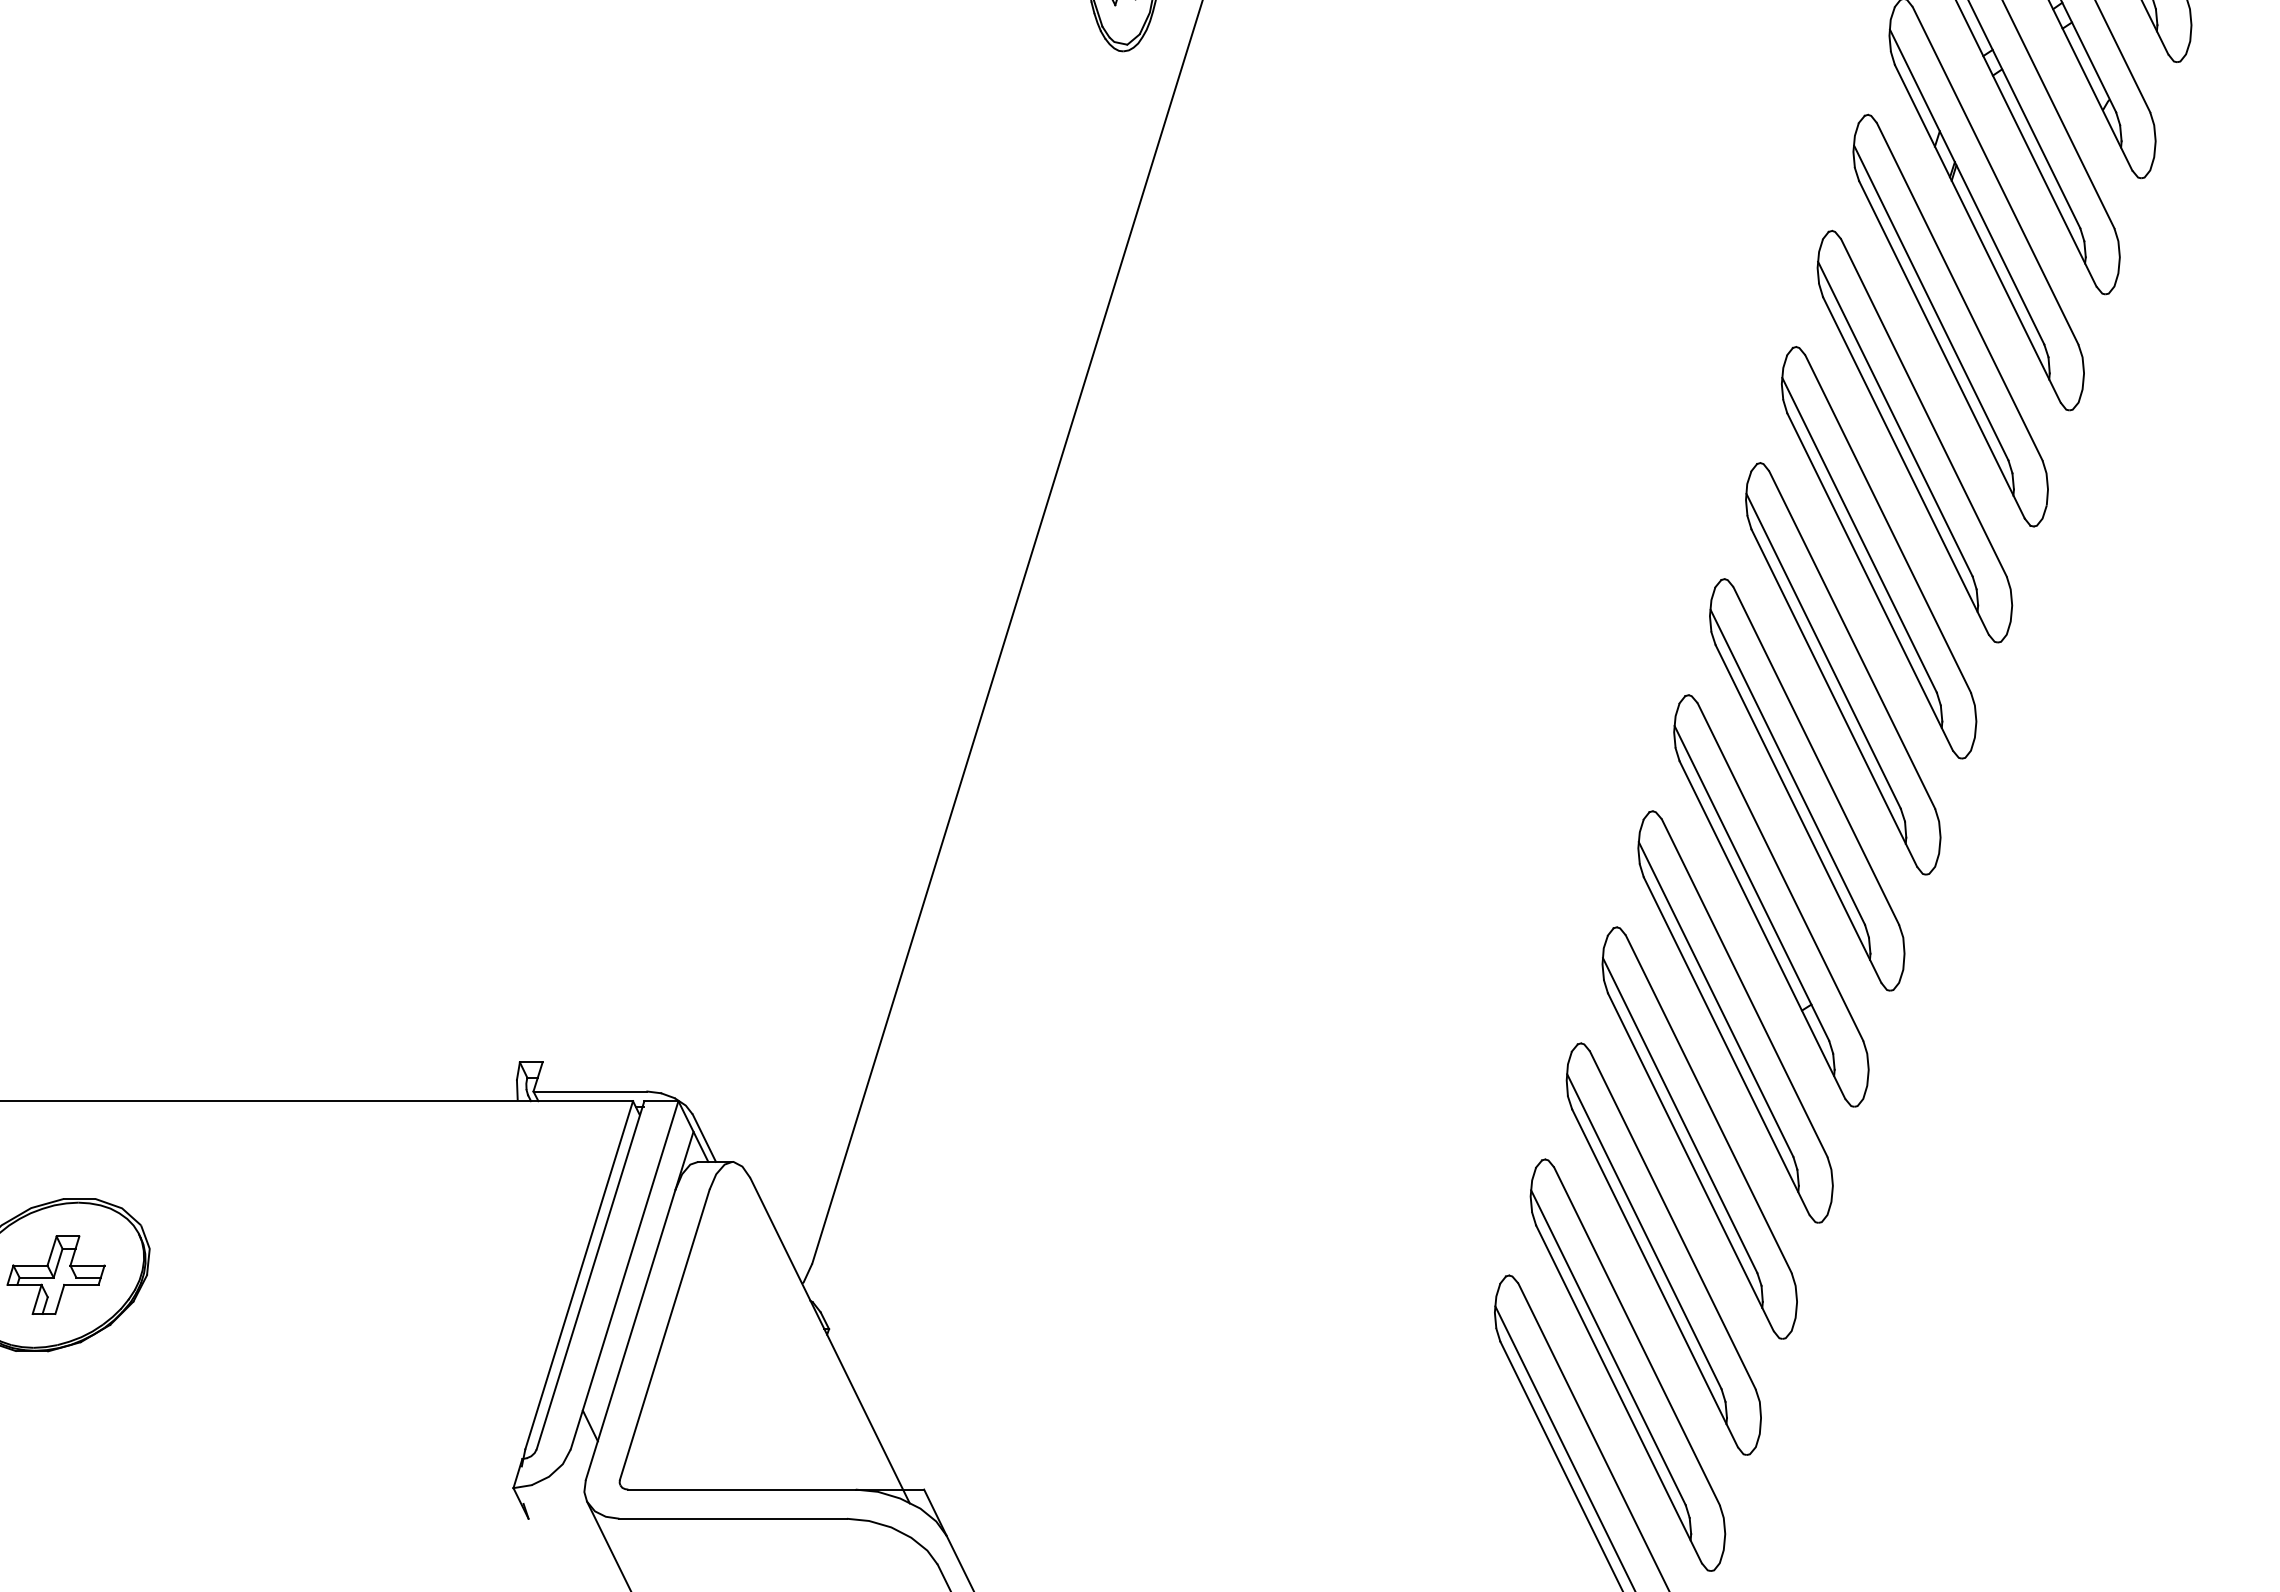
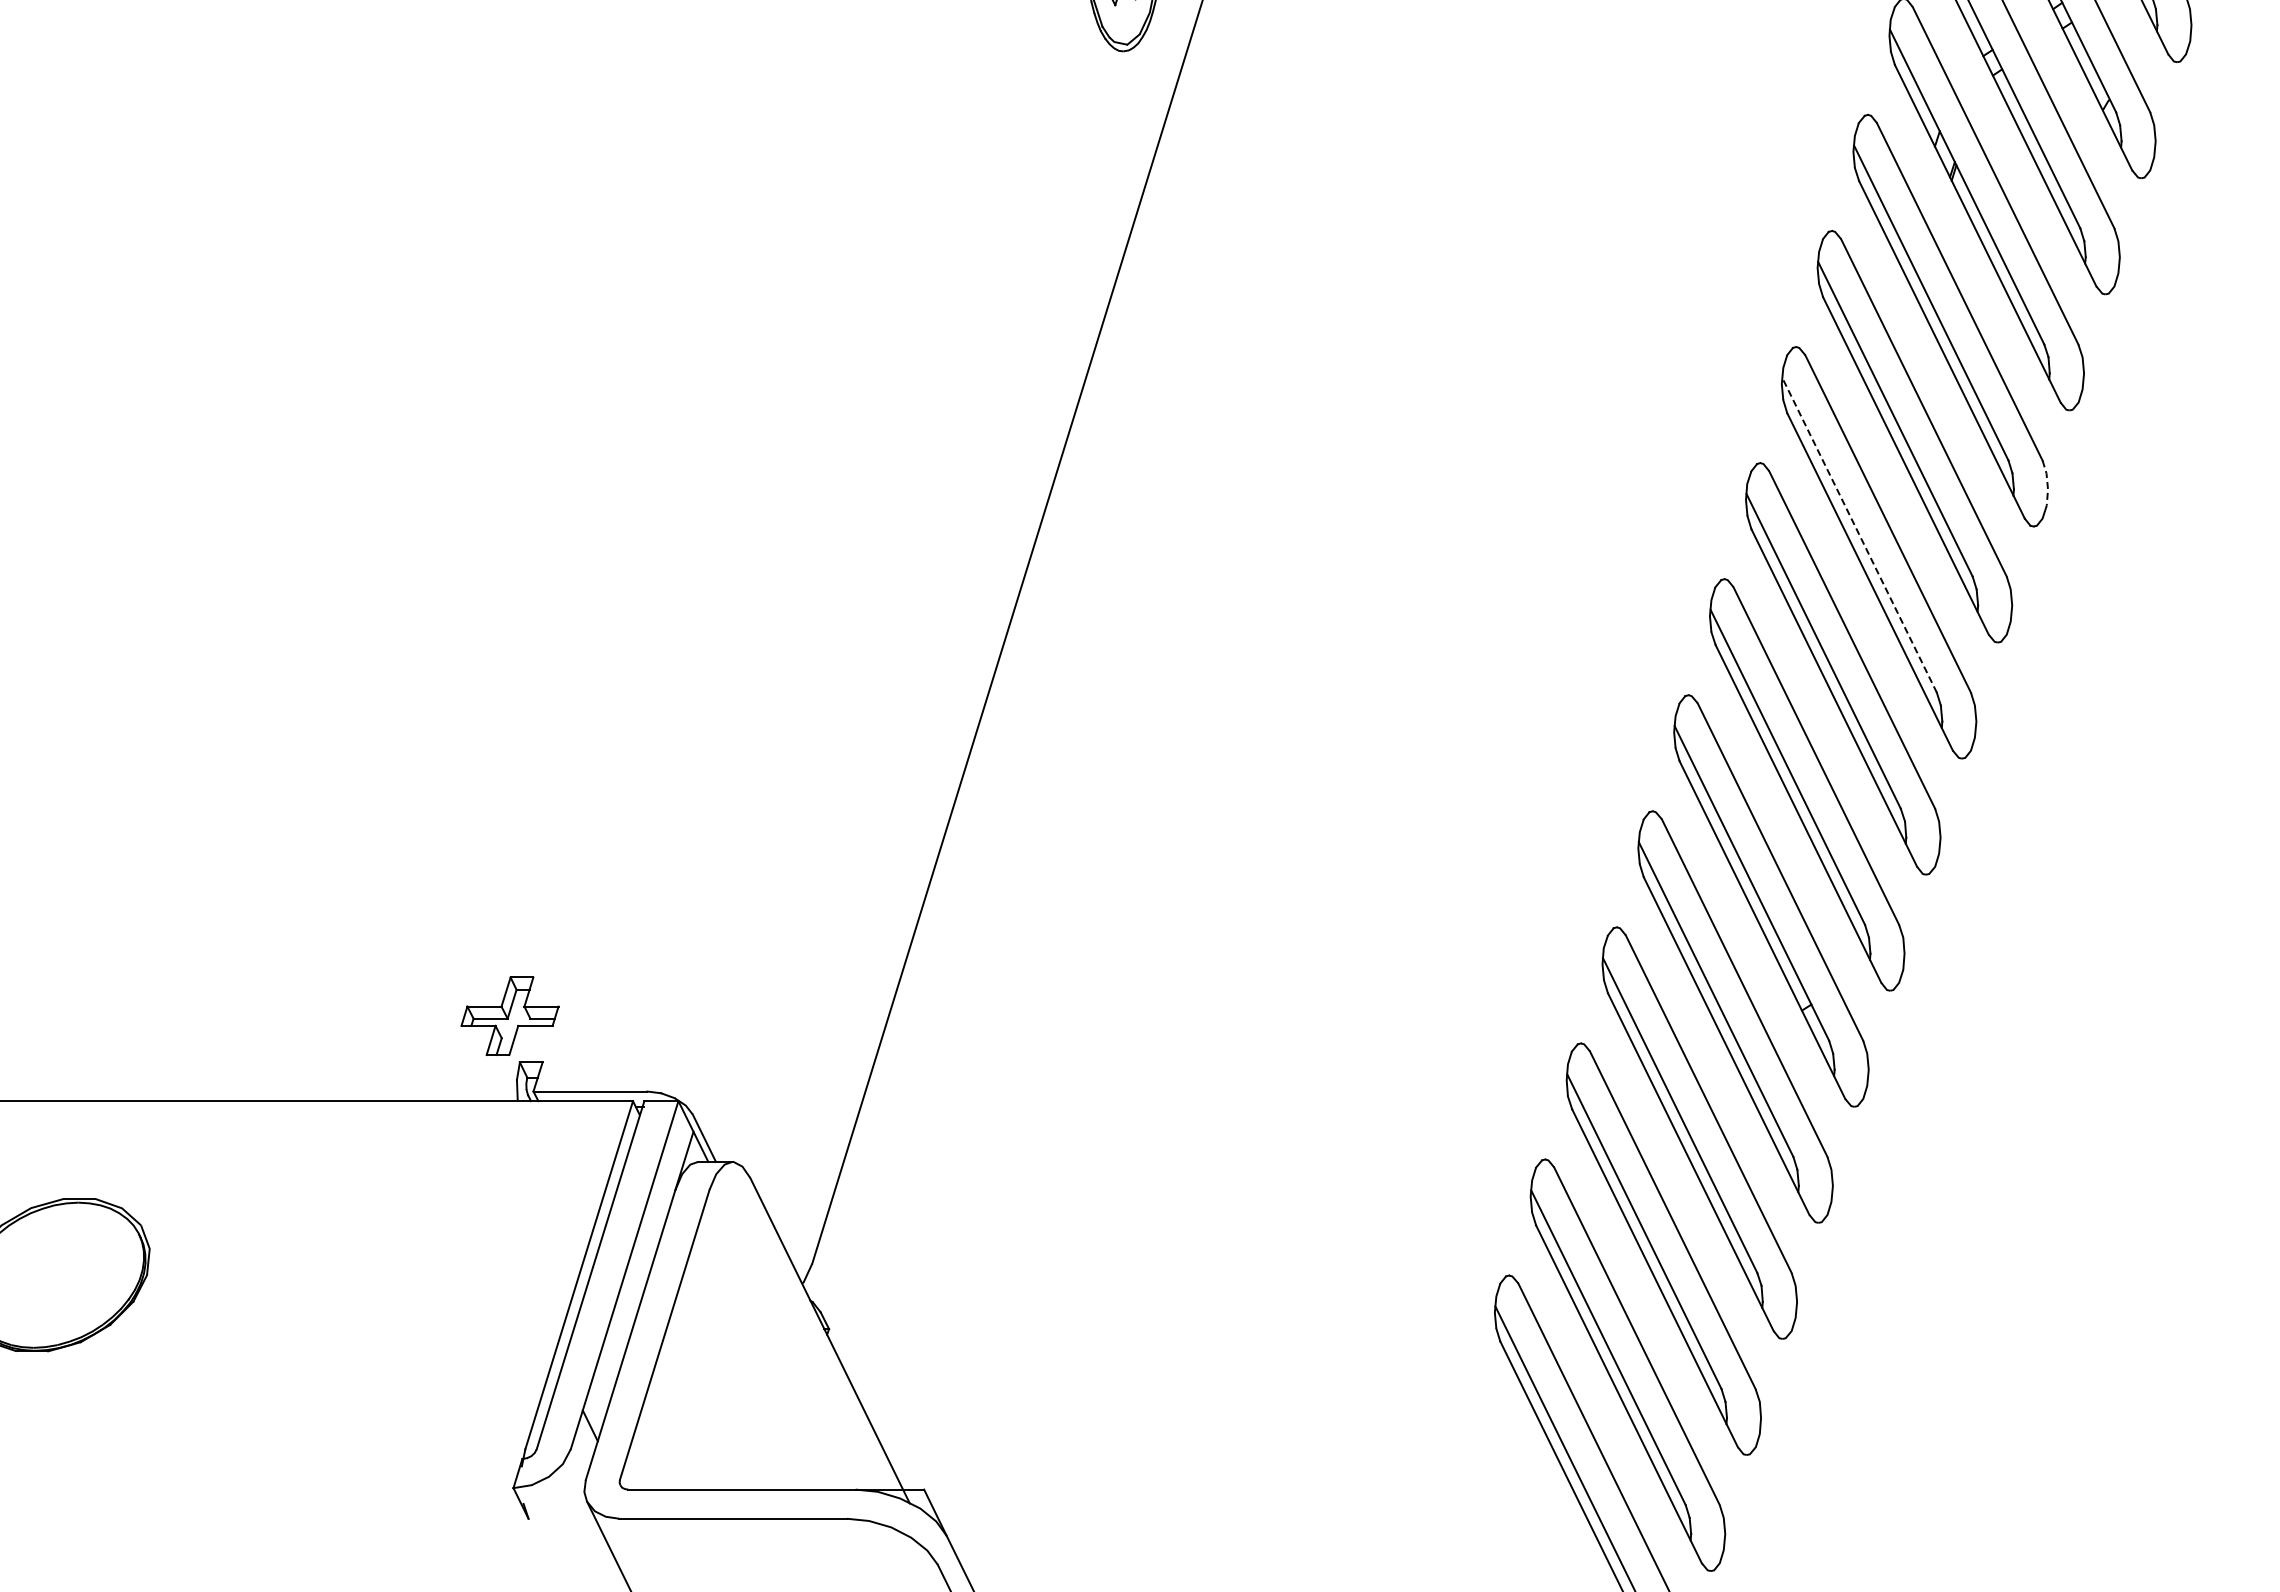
line at (2047, 482): solid -> dashed
line at (1859, 534): solid -> dashed
part at (55, 1274) position: (55, 1274) -> (509, 1015)
